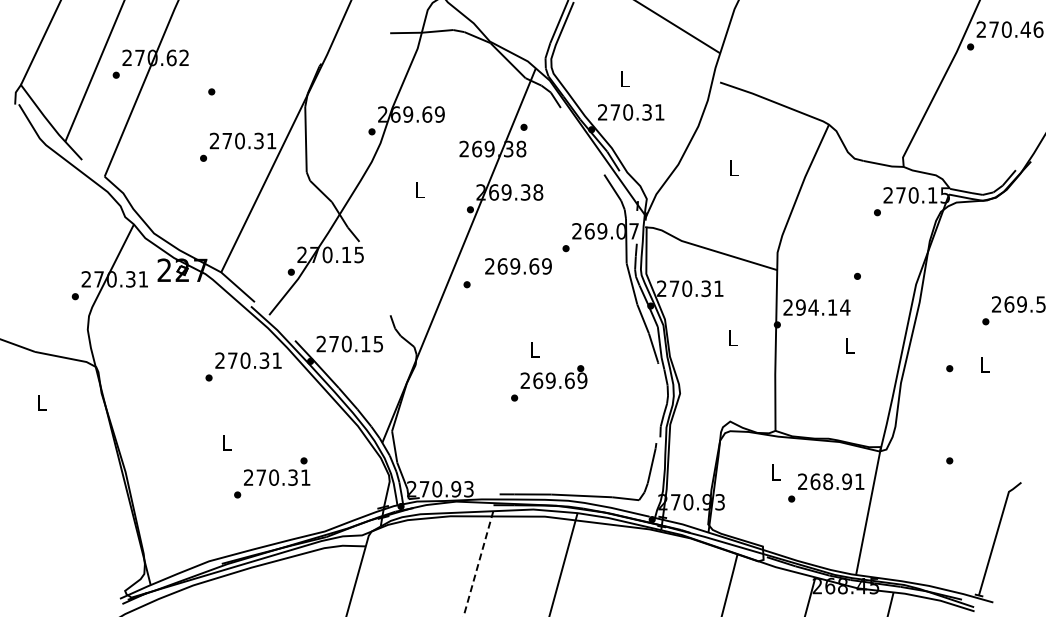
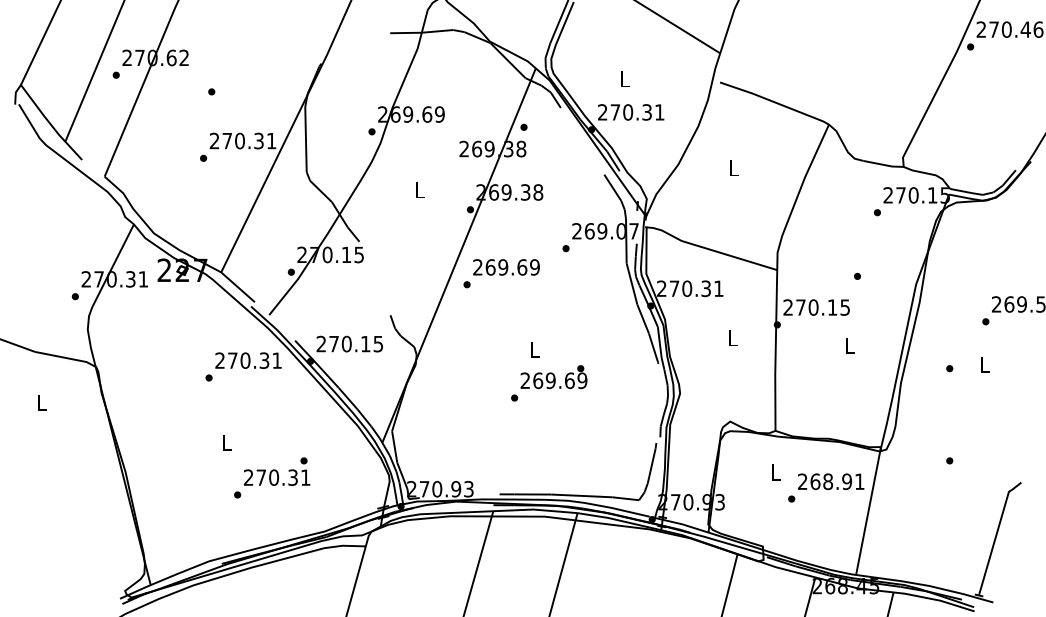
text at (518, 266) position: (518, 266) -> (506, 267)
text at (823, 307): 294.14 -> 270.15
line at (478, 564): dashed -> solid
